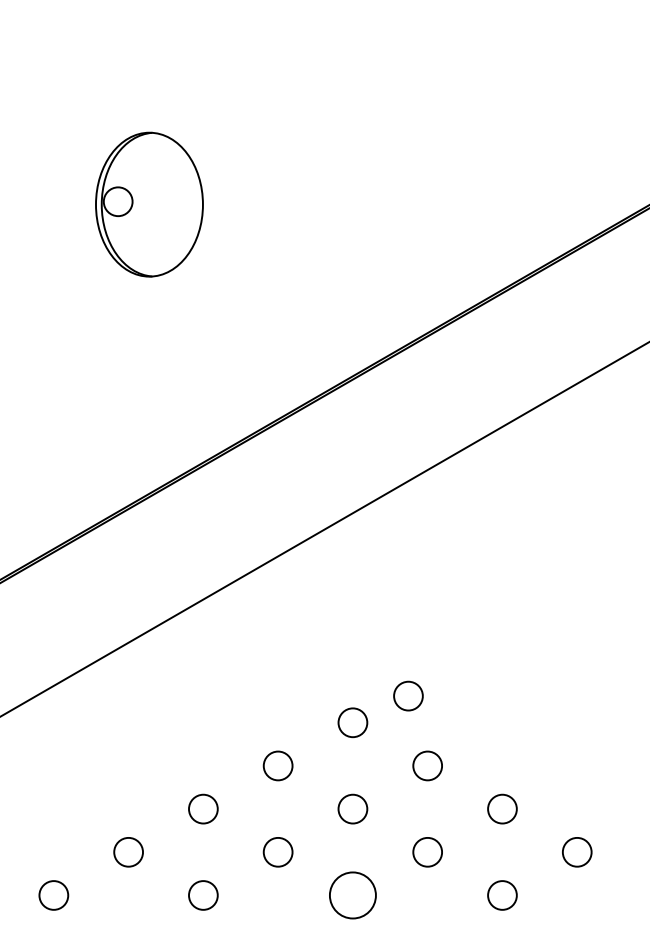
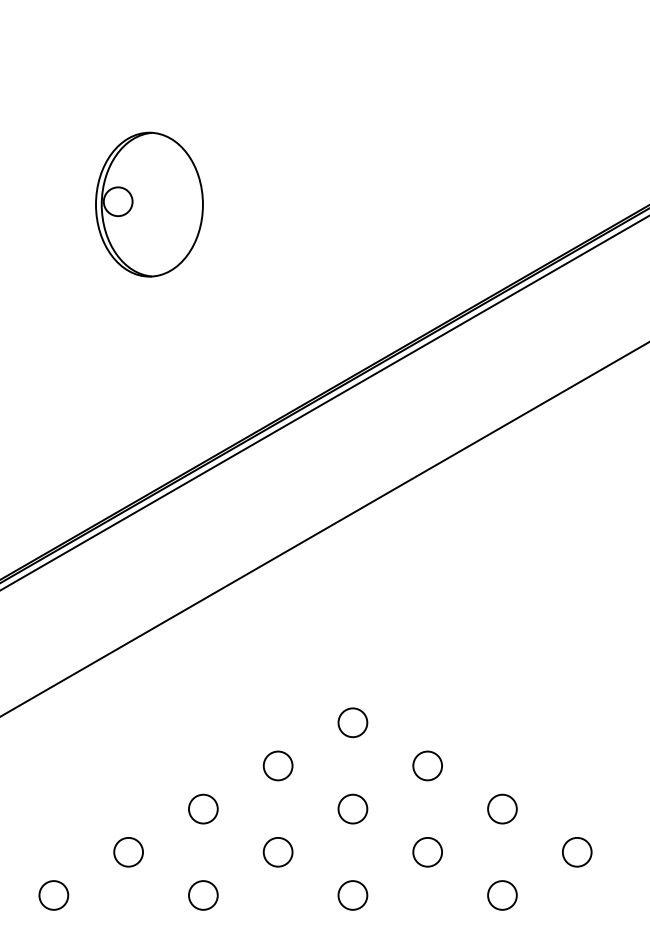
line at (324, 403): none -> present
circle at (408, 695): present -> none
circle at (352, 895) diameter: 46 px -> 29 px
